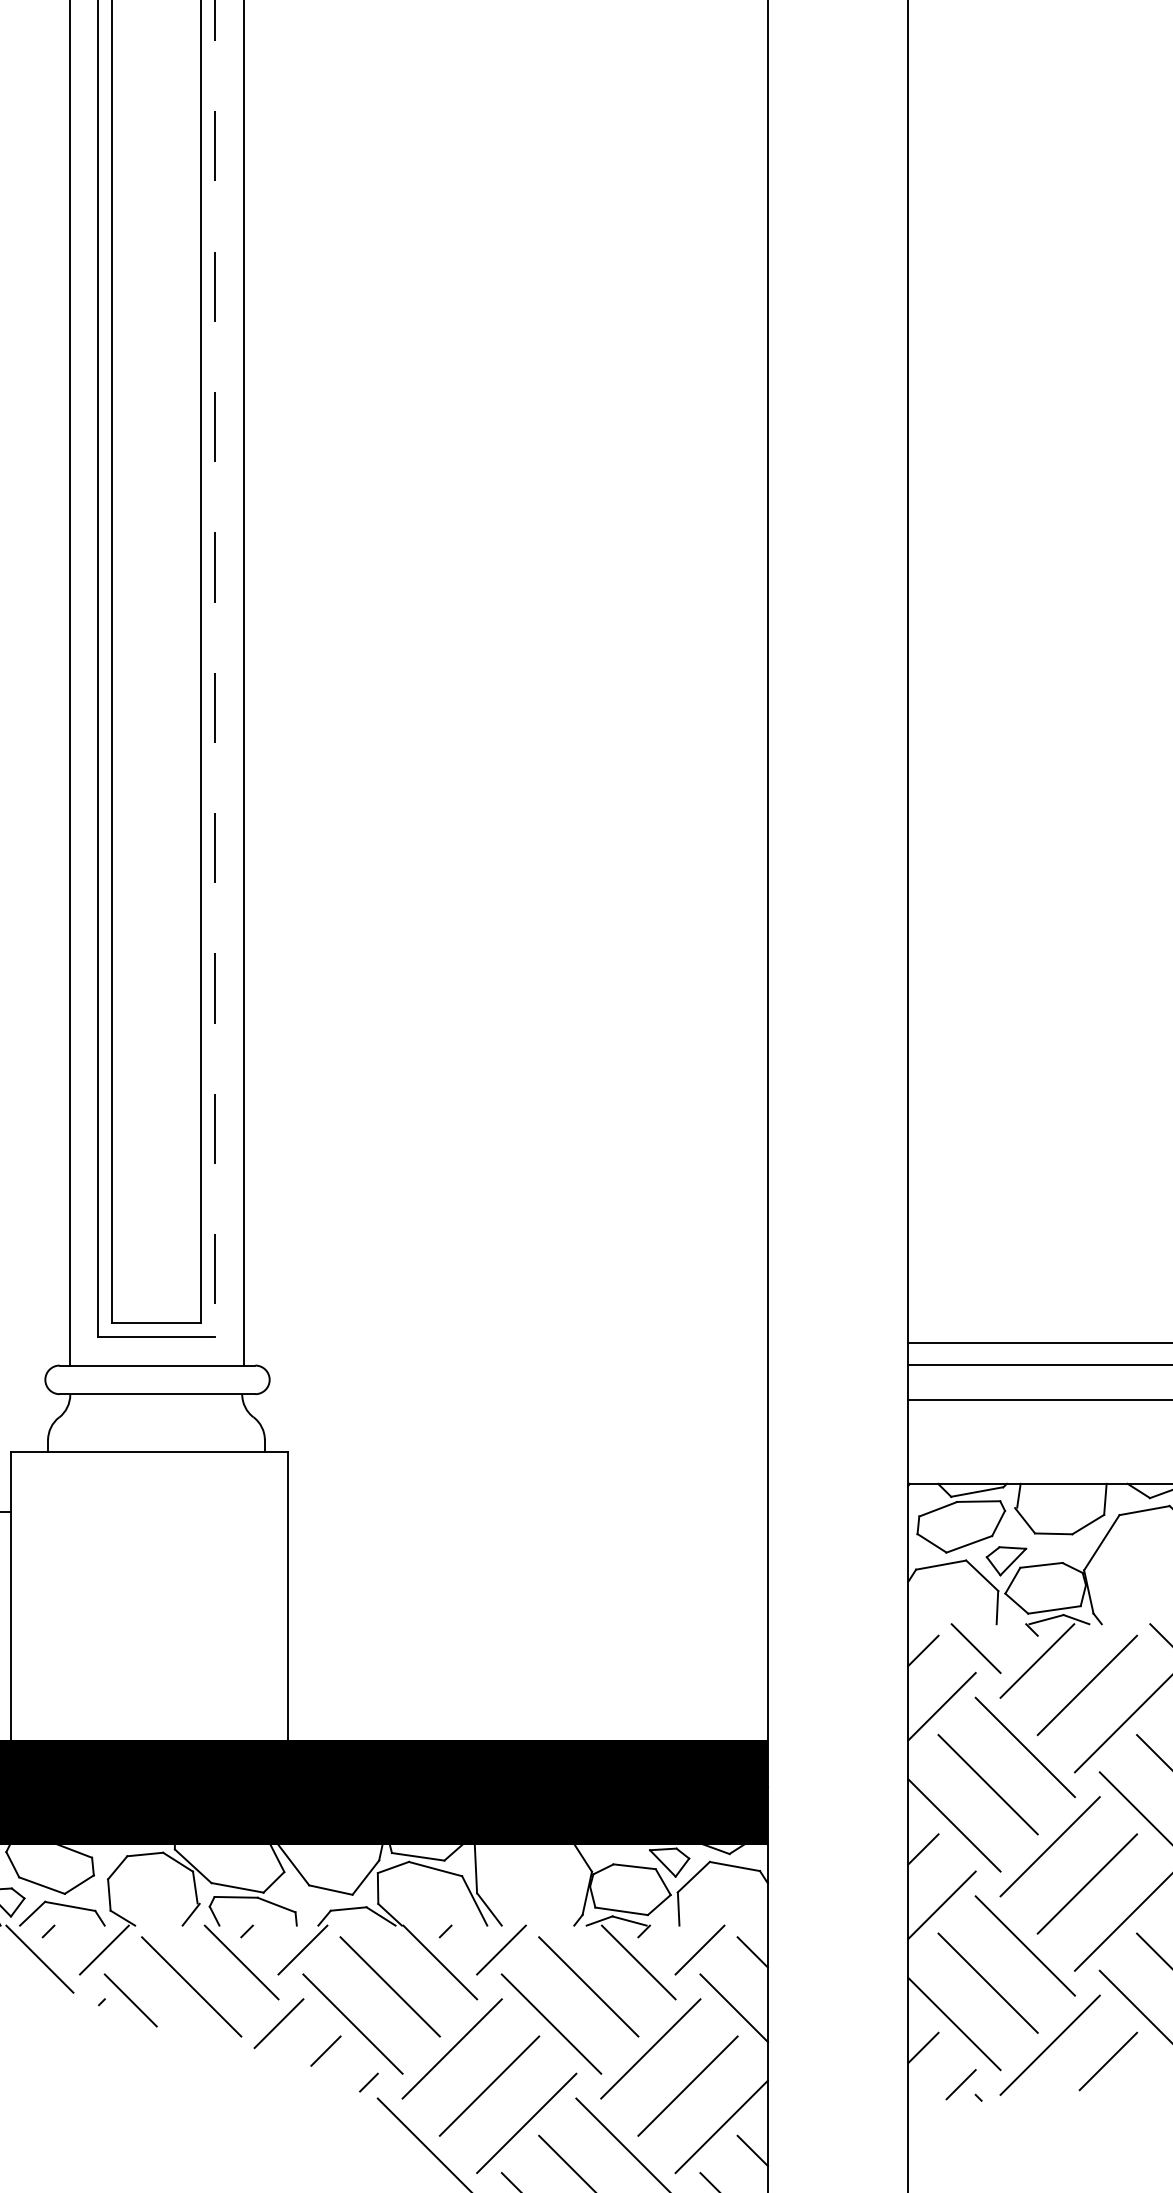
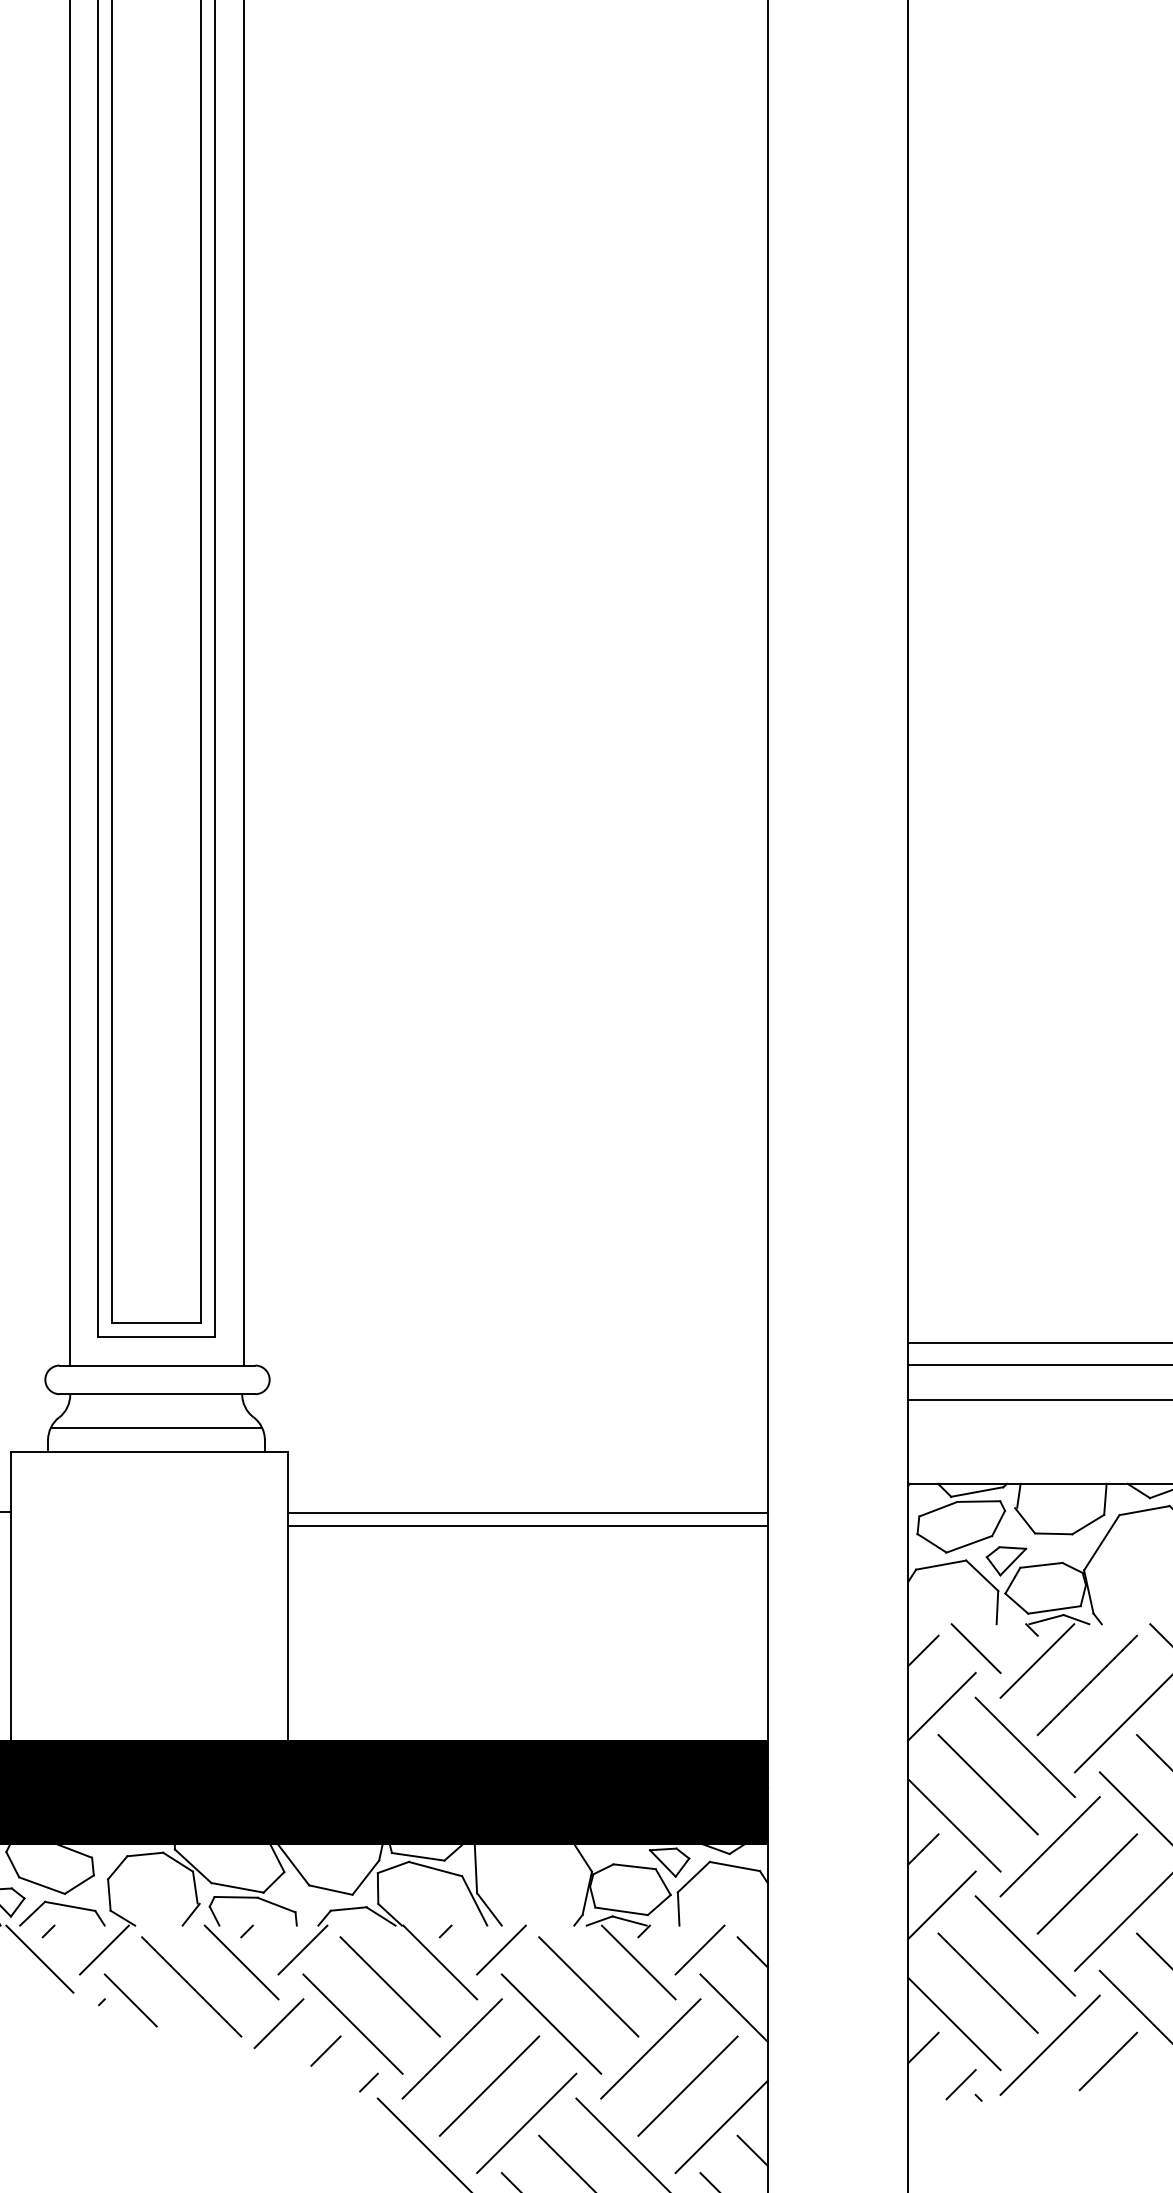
line at (215, 669): dashed -> solid
line at (156, 1428): none -> present
line at (527, 1513): none -> present
line at (527, 1525): none -> present
